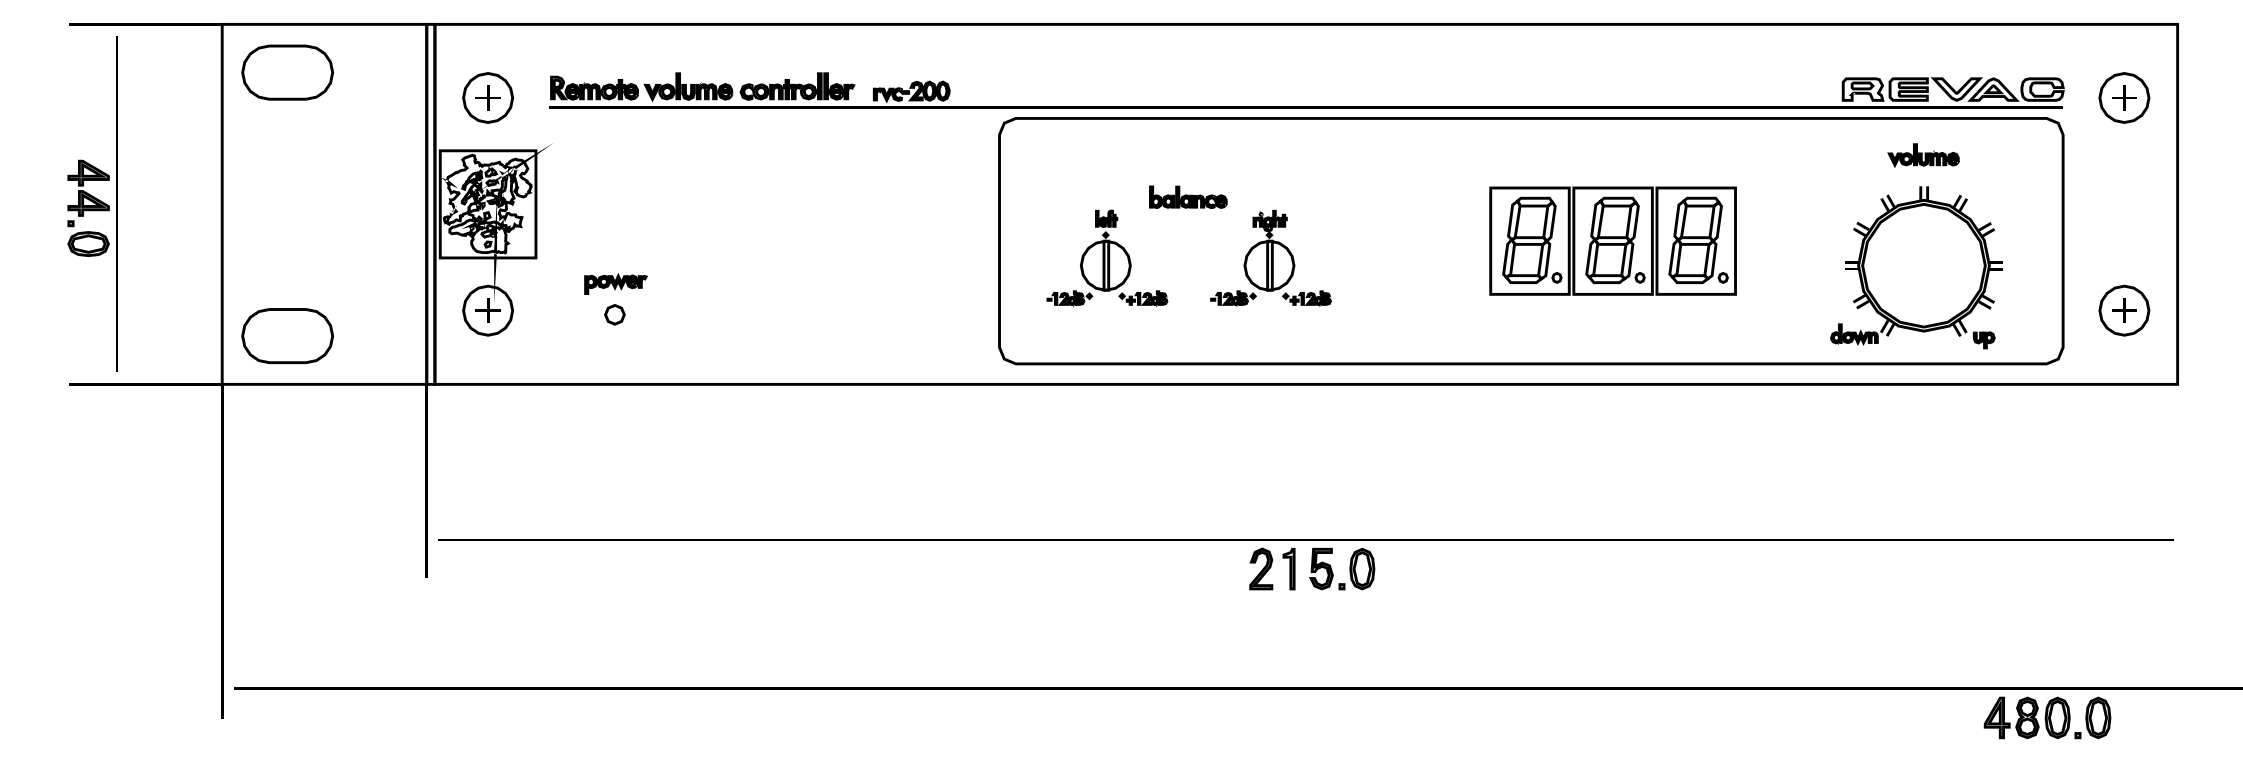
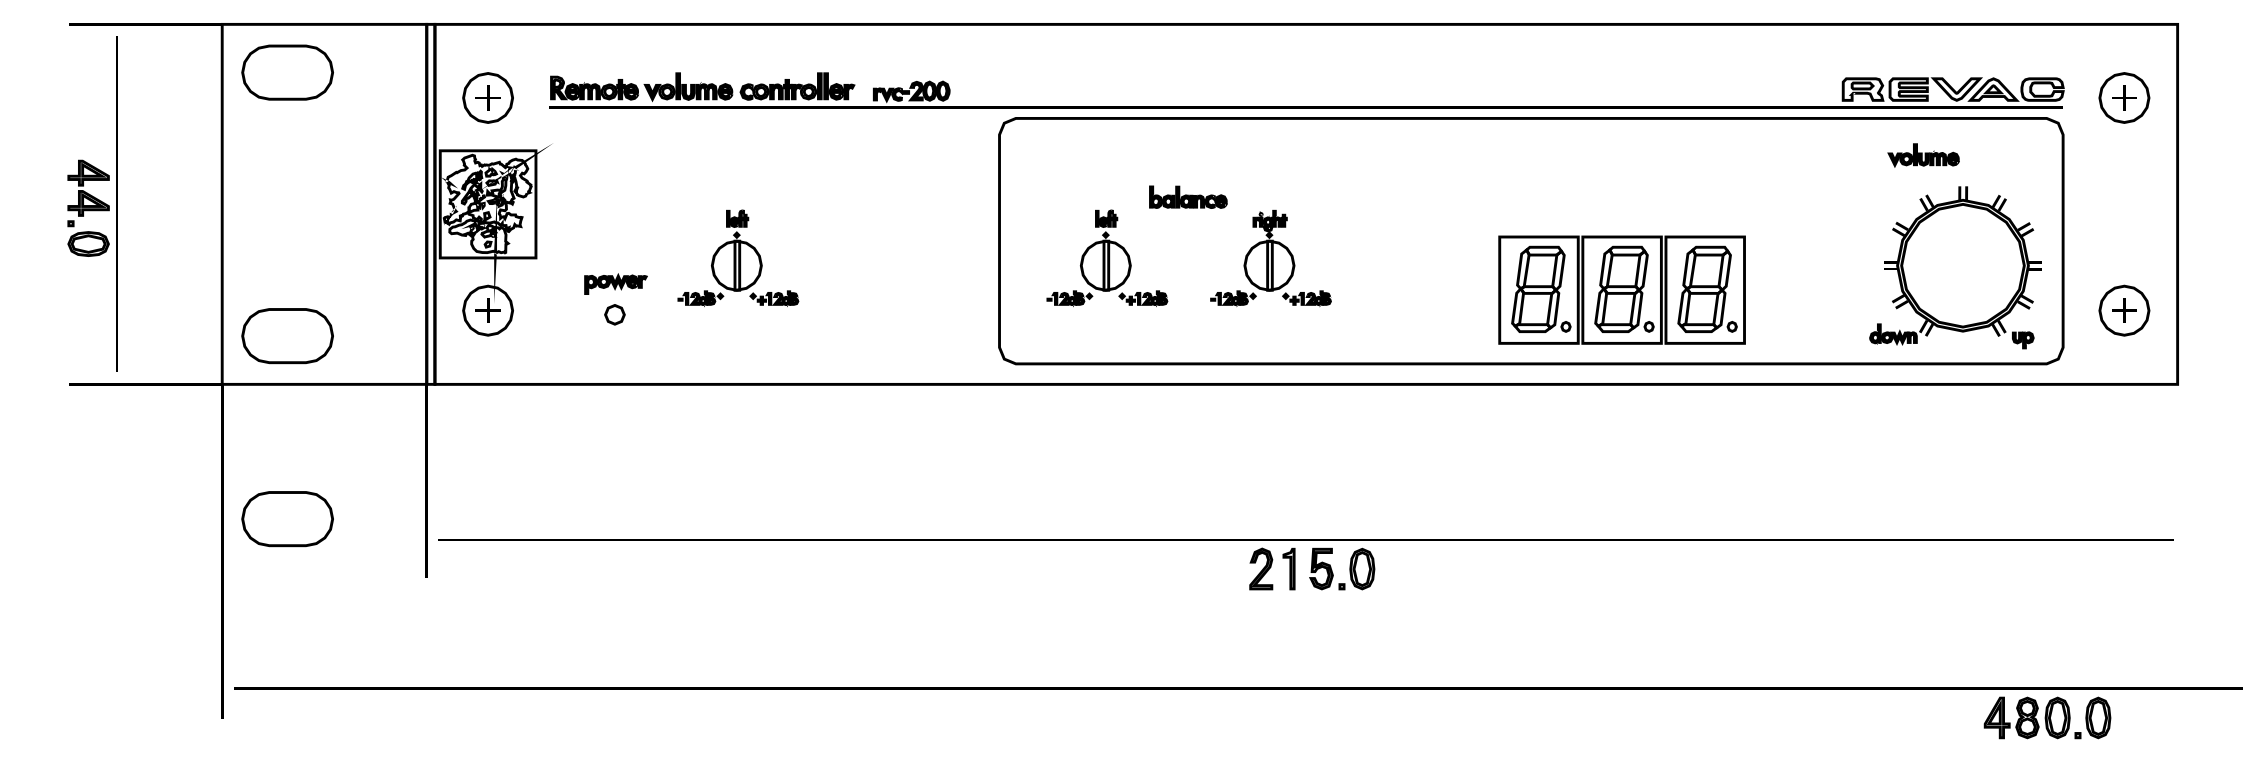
part at (1612, 240) position: (1612, 240) -> (1621, 289)
part at (738, 257): none -> present
part at (1916, 267) position: (1916, 267) -> (1955, 267)
part at (287, 519): none -> present
